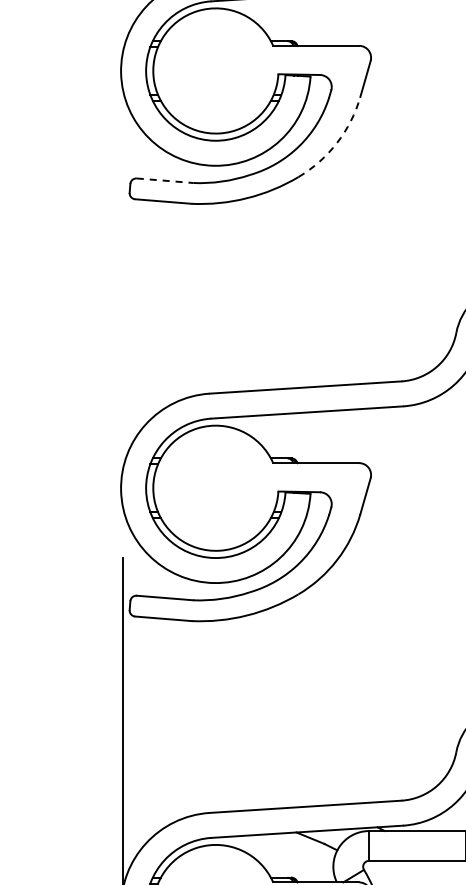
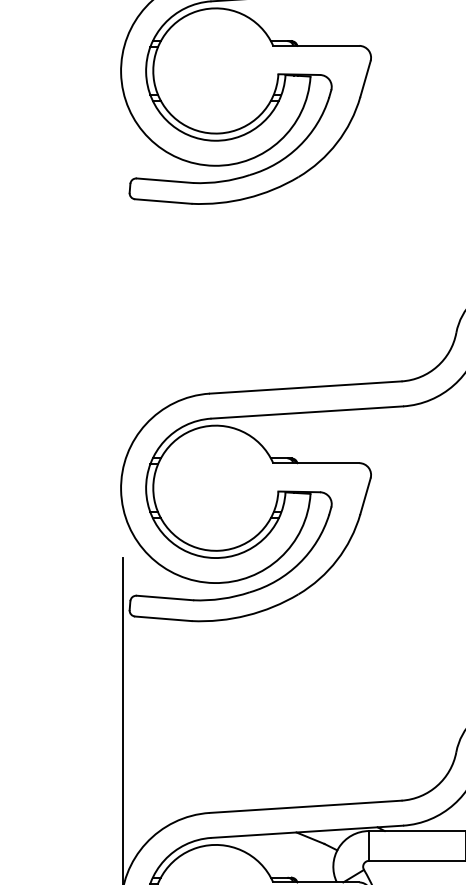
arc at (337, 142): dashed -> solid
line at (165, 180): dashed -> solid
